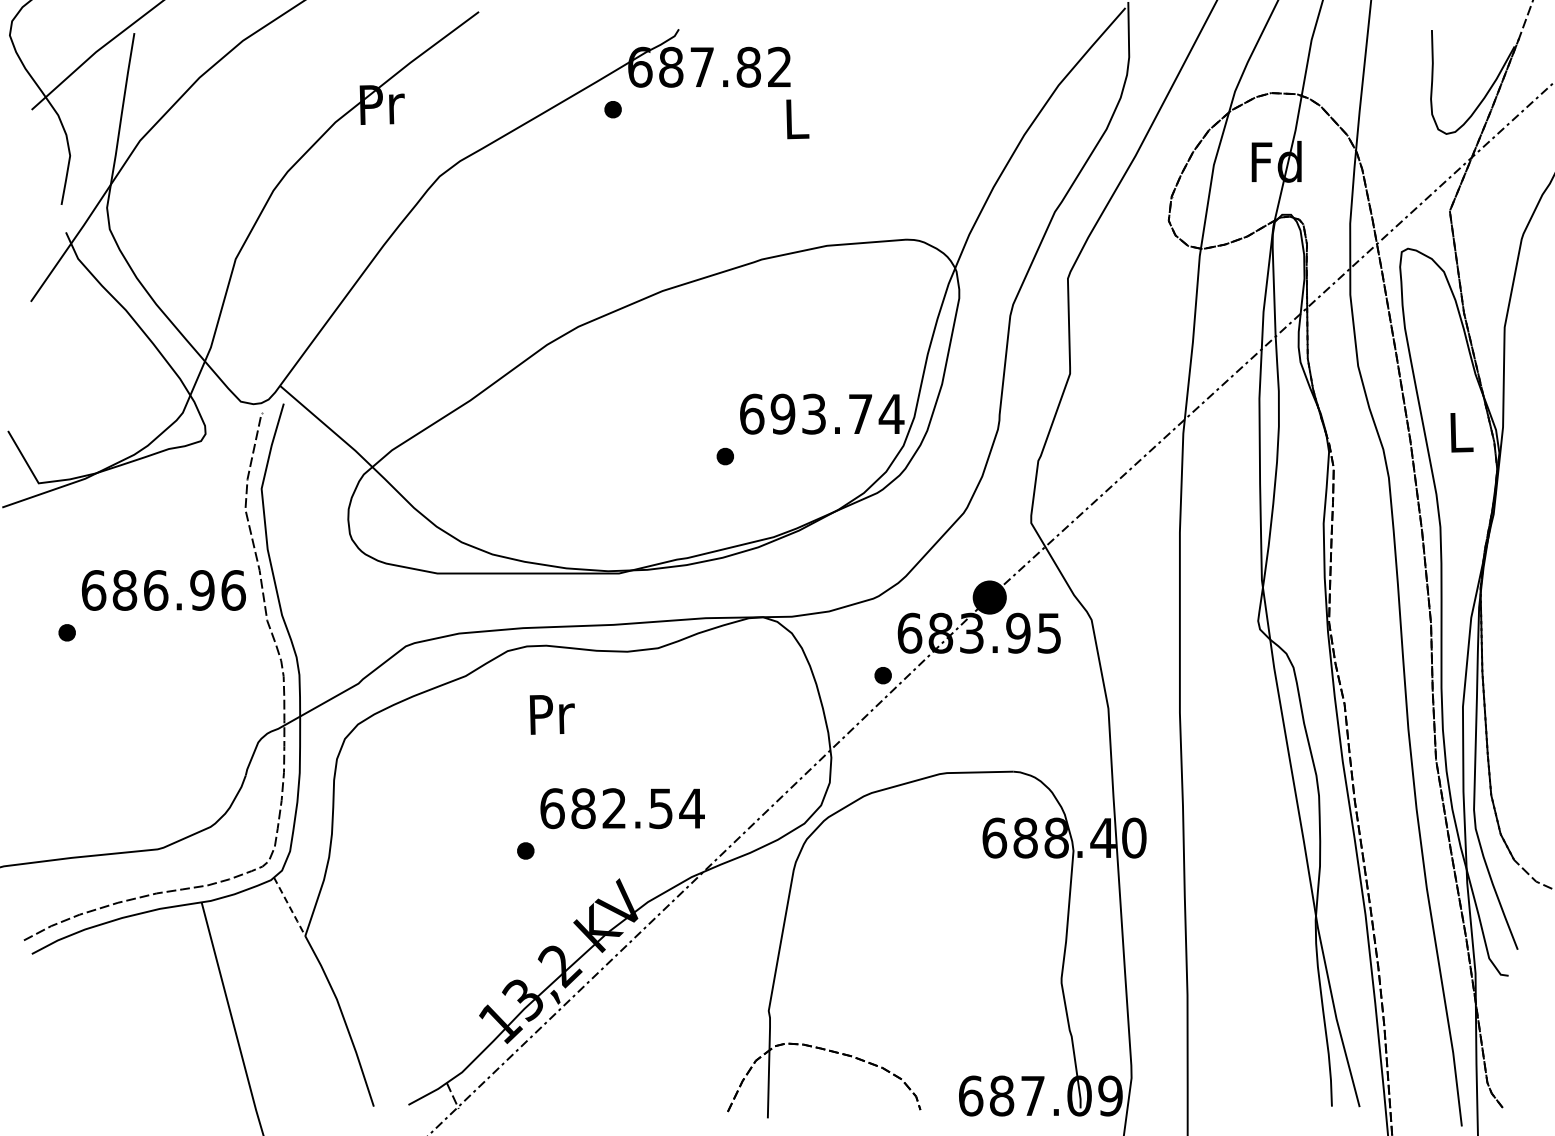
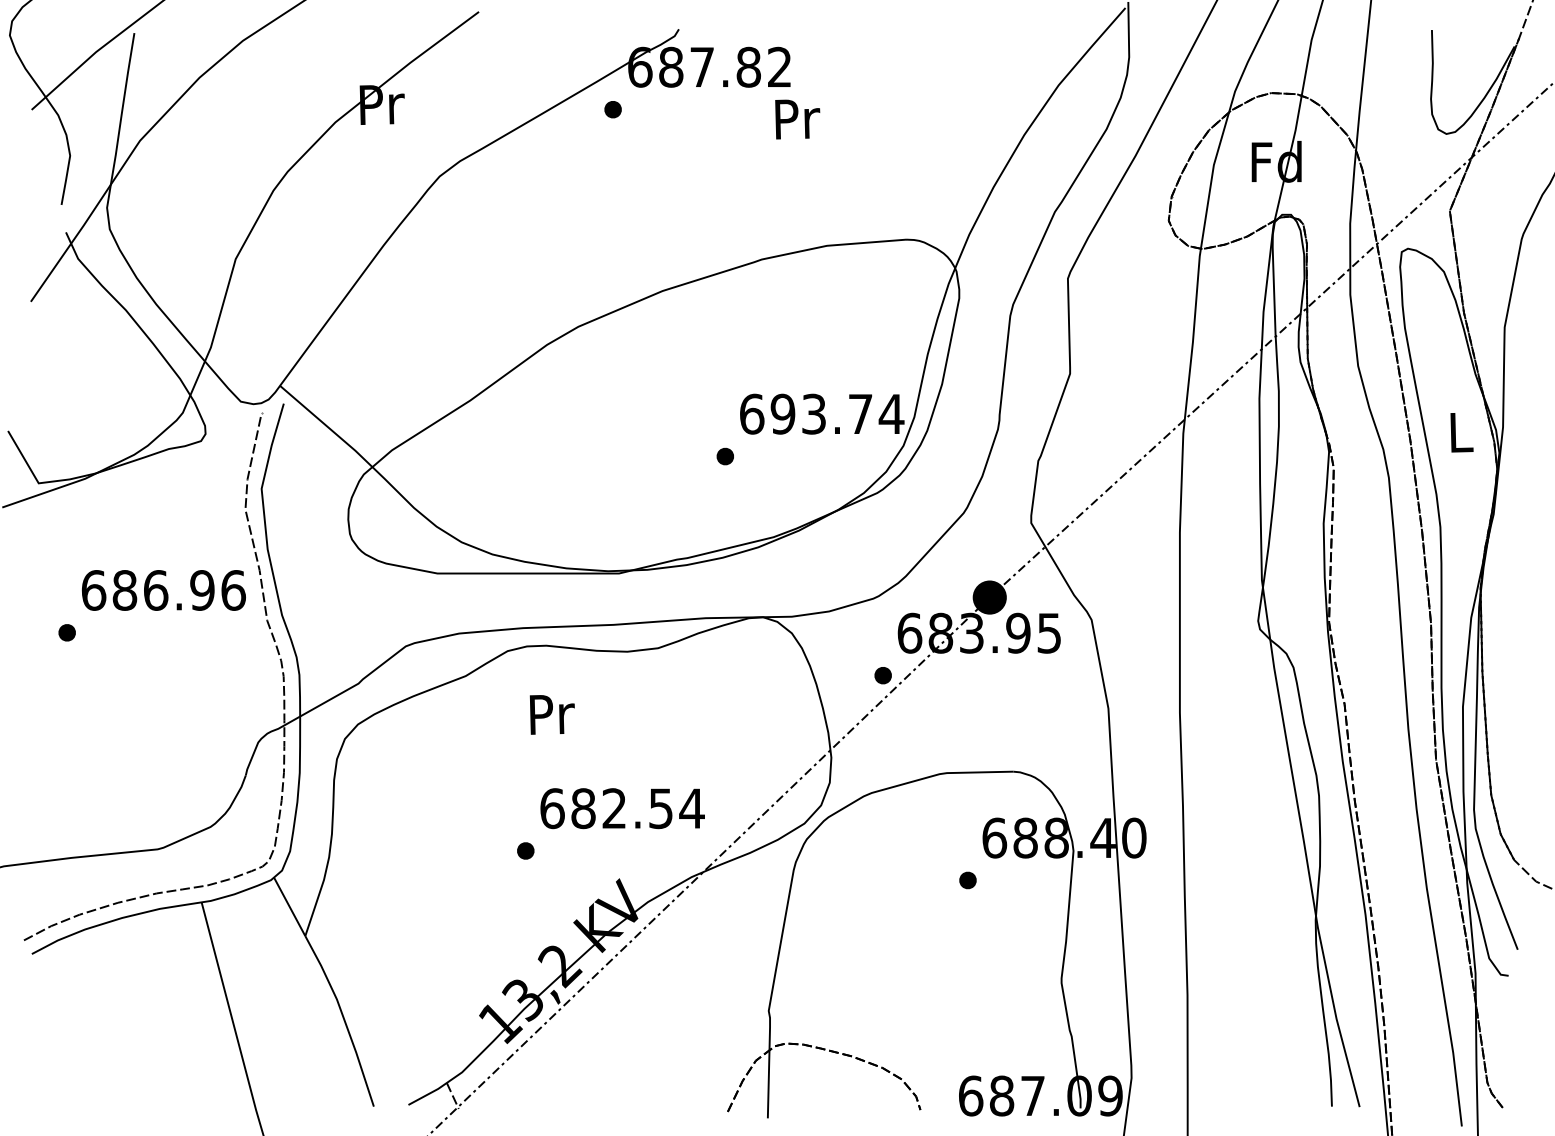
text at (797, 119): L -> Pr
part at (967, 880): none -> present
line at (290, 907): dashed -> solid
